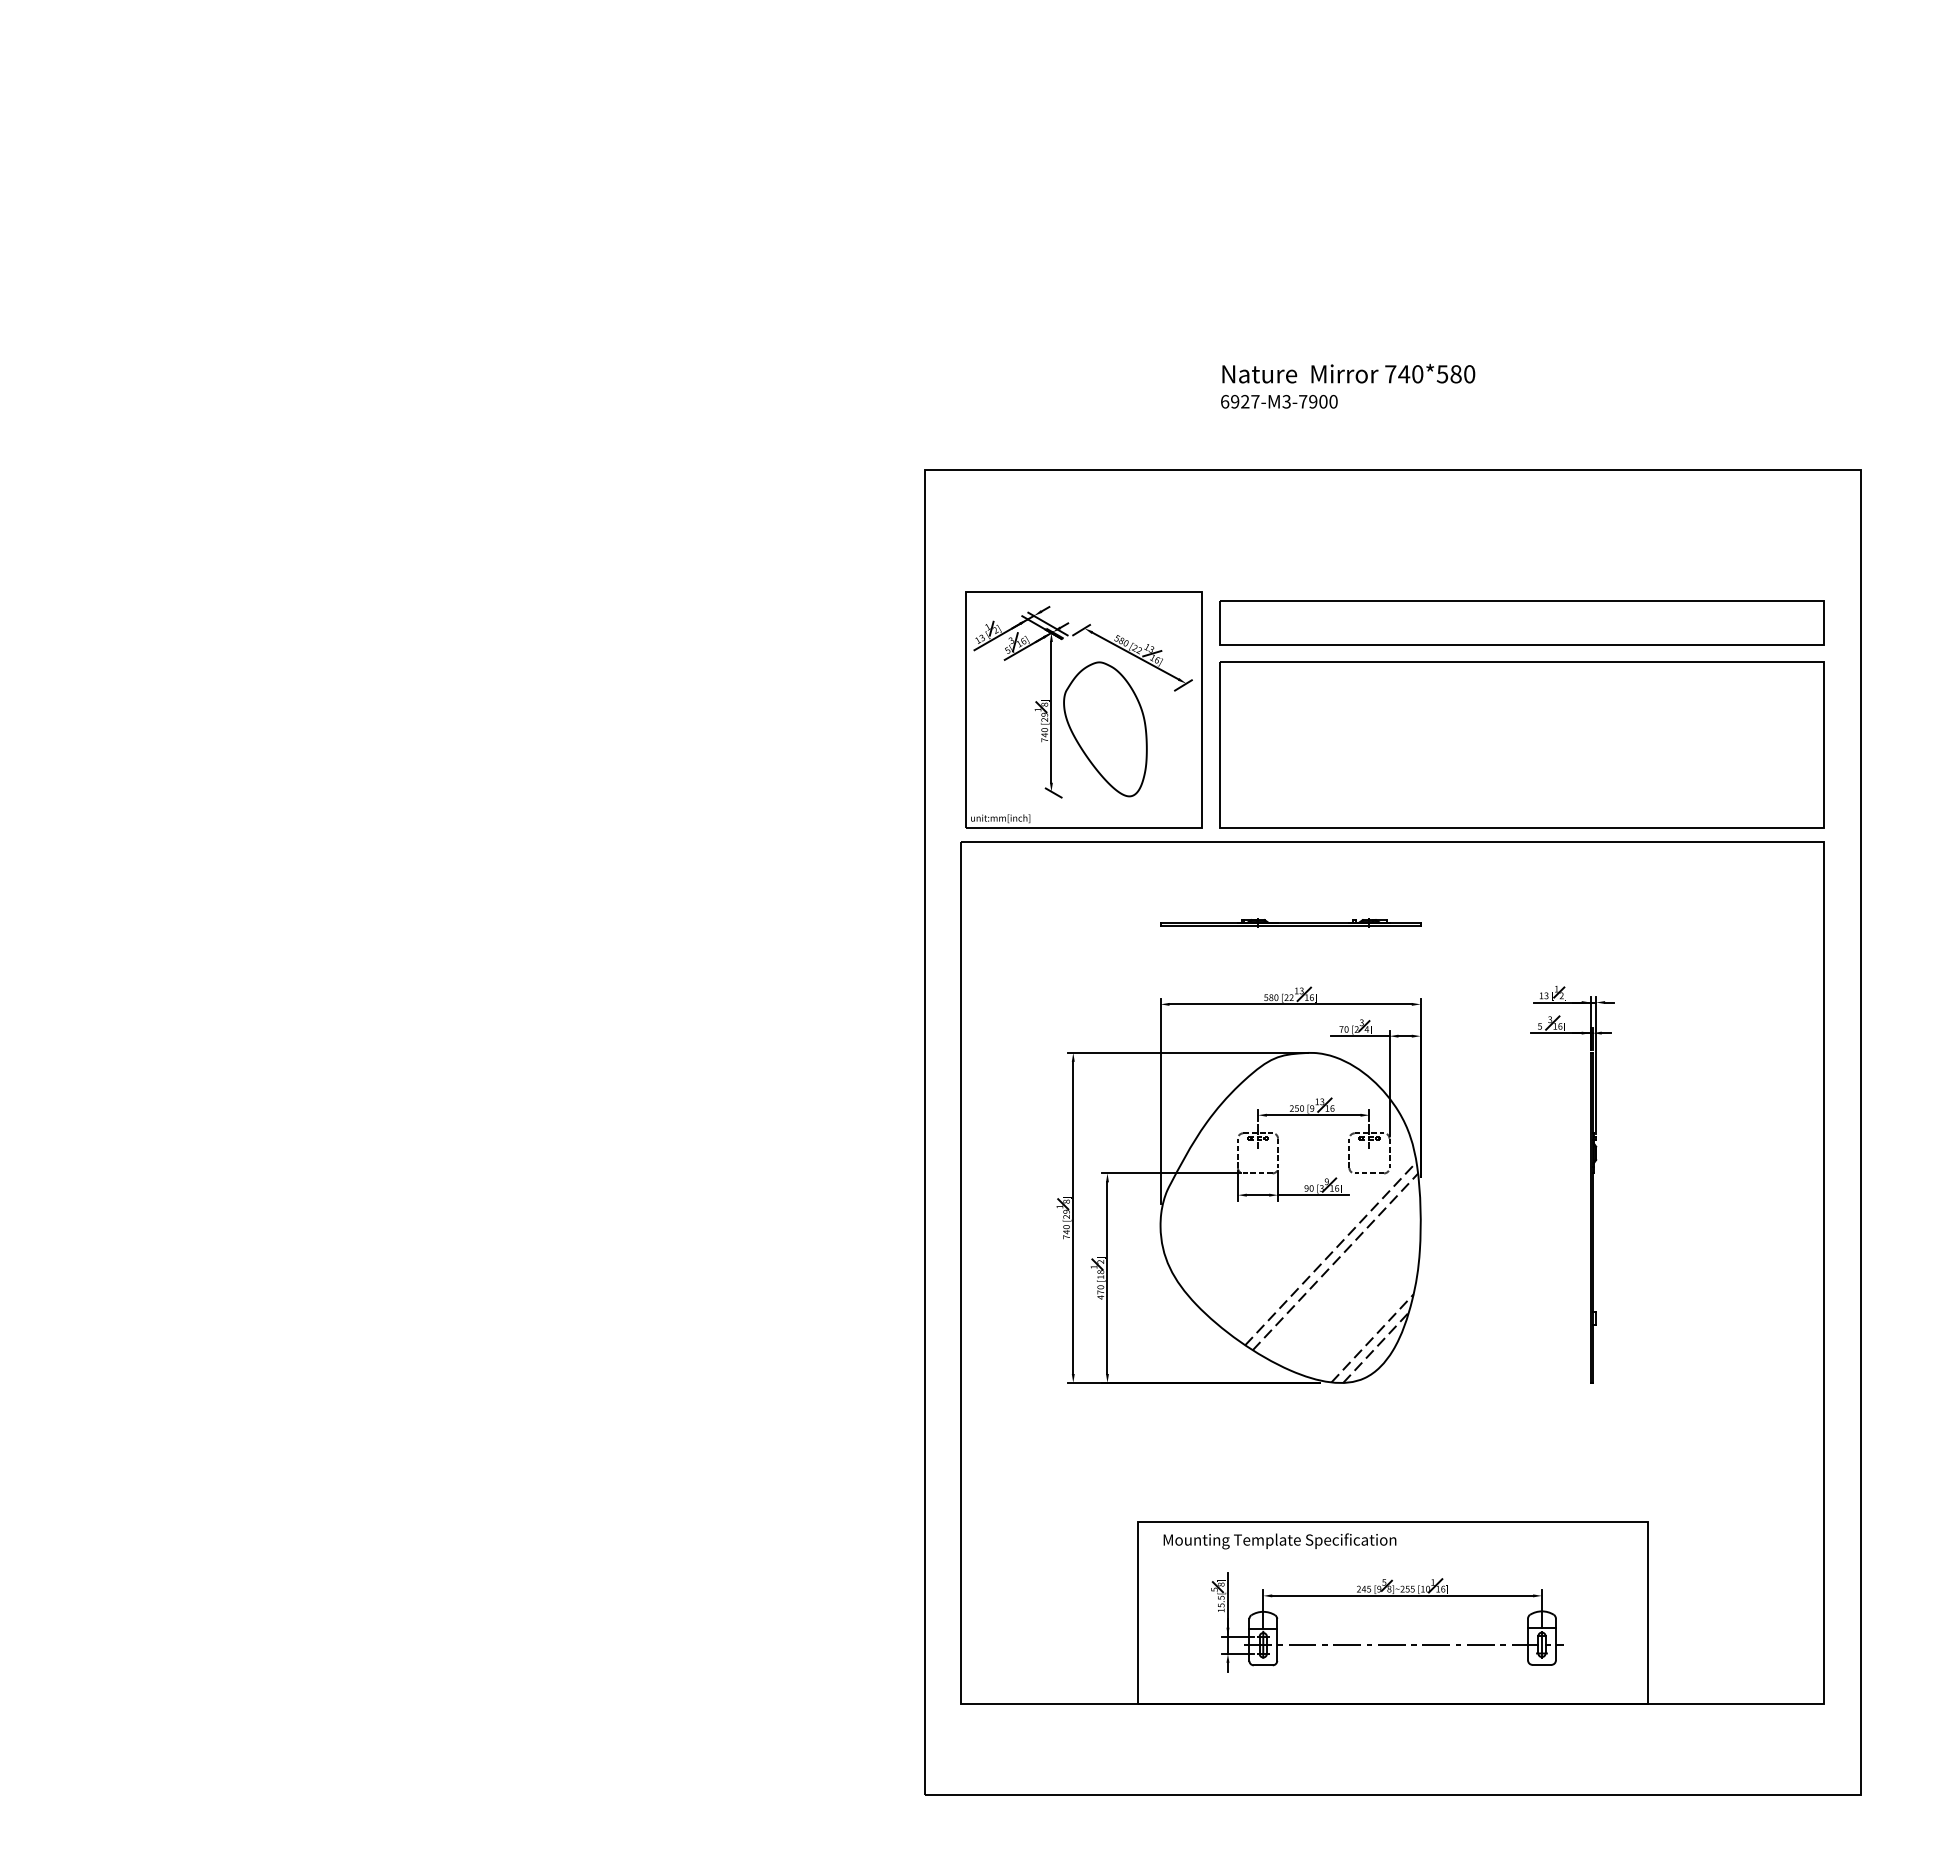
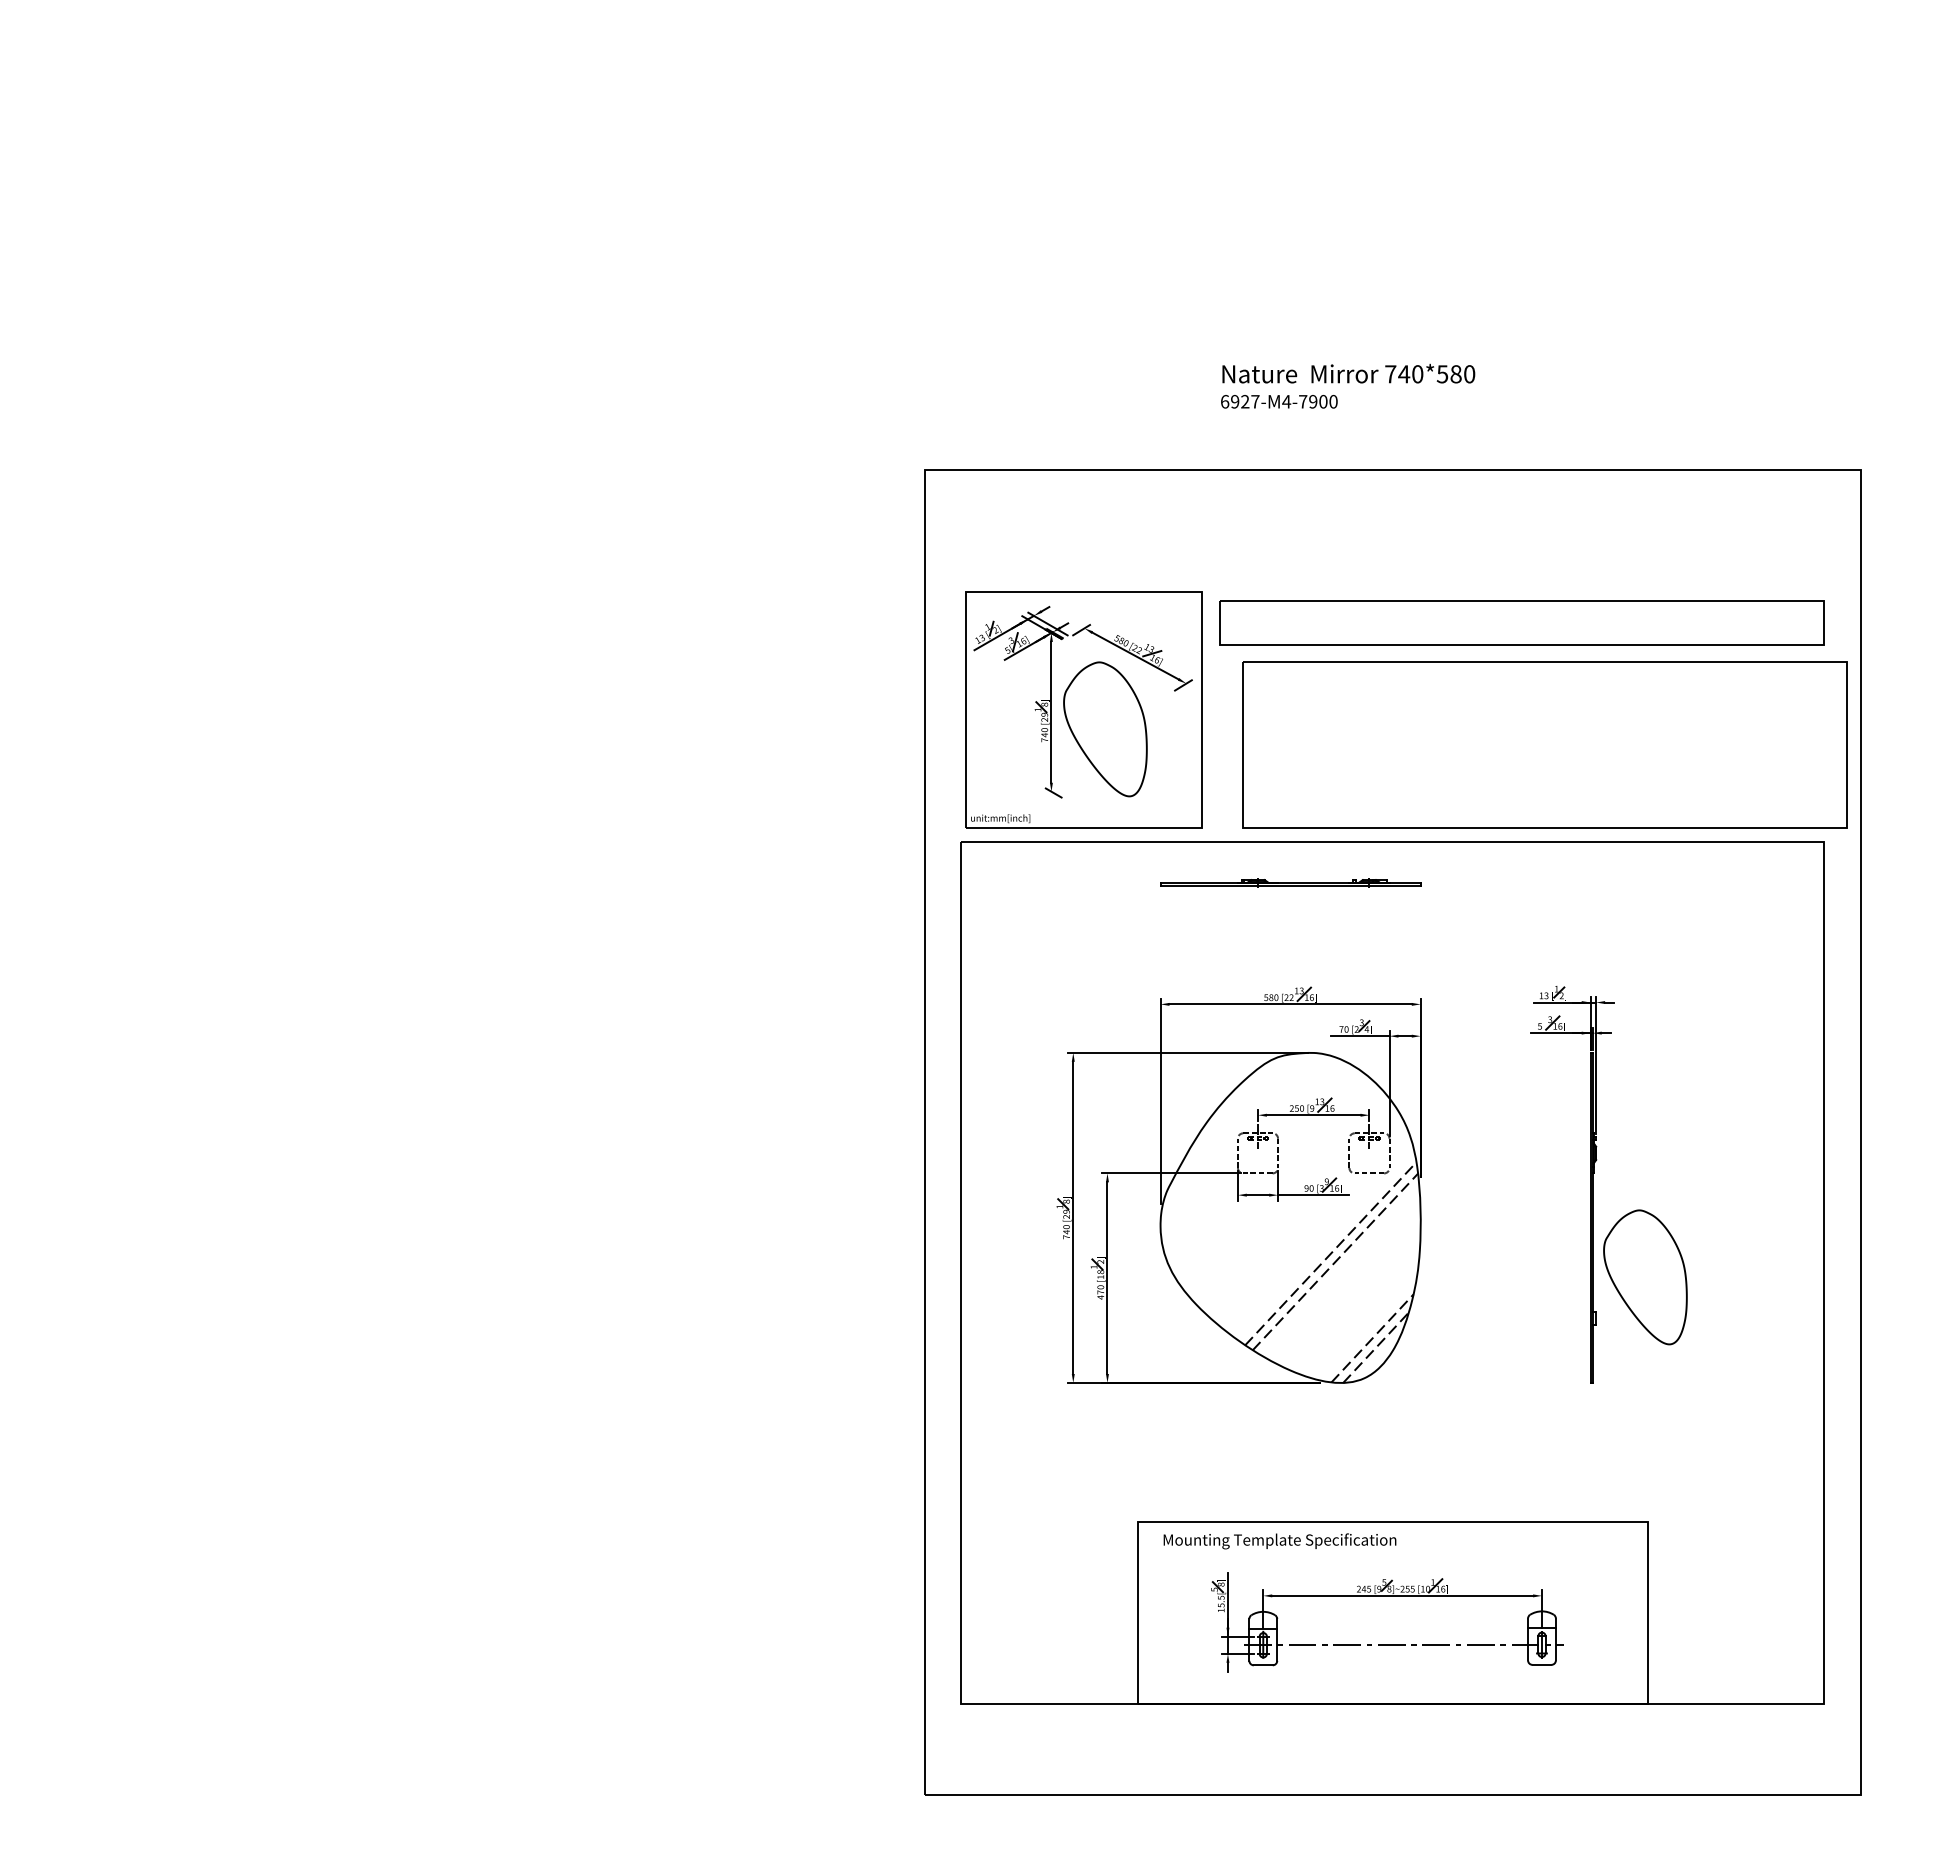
text at (1286, 401): 6927-M3-7900 -> 6927-M4-7900
part at (1521, 744) position: (1521, 744) -> (1544, 744)
part at (1290, 922) position: (1290, 922) -> (1290, 882)
part at (1645, 1277): none -> present
